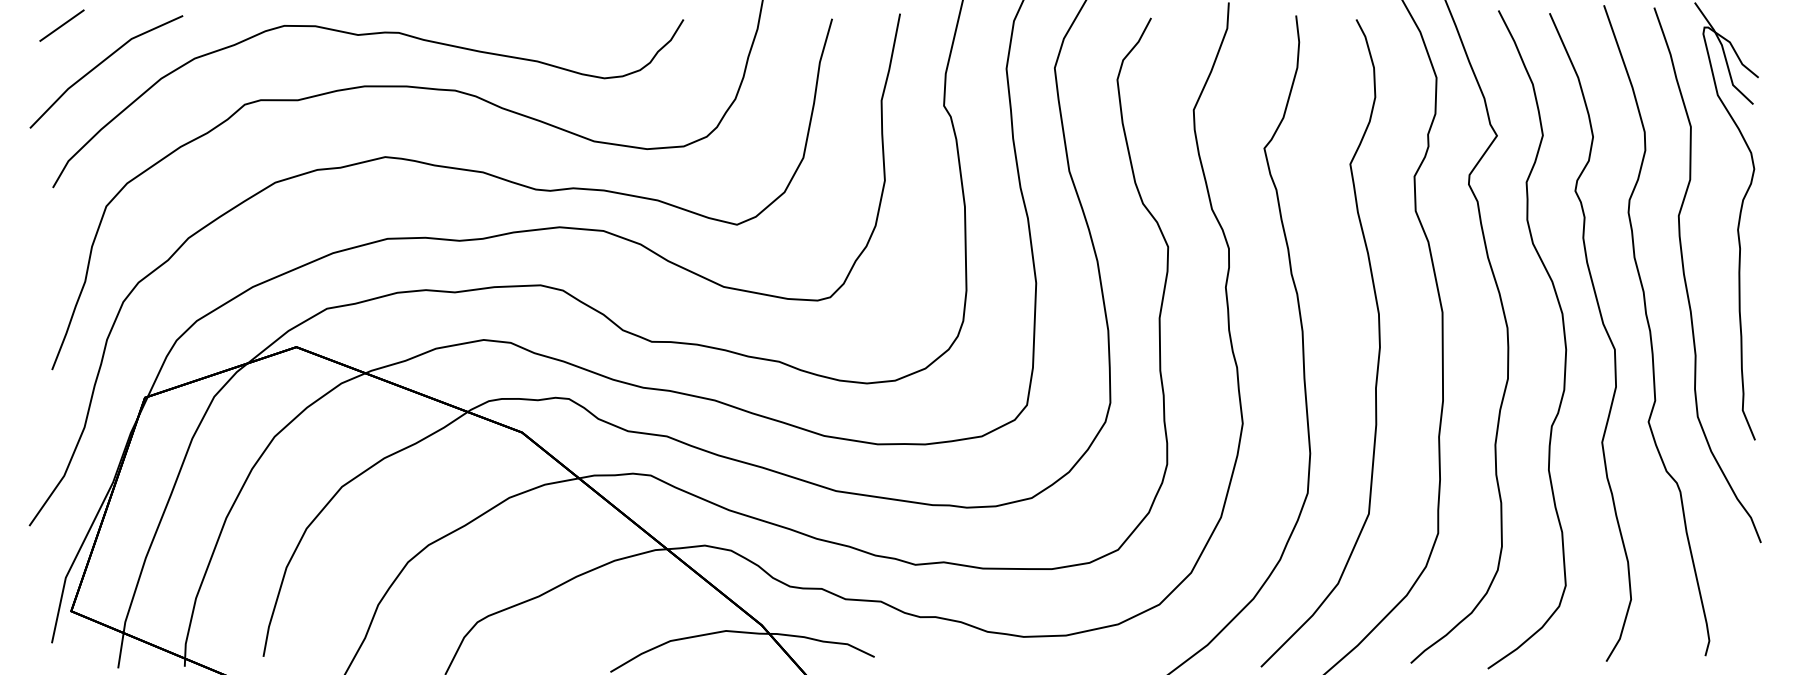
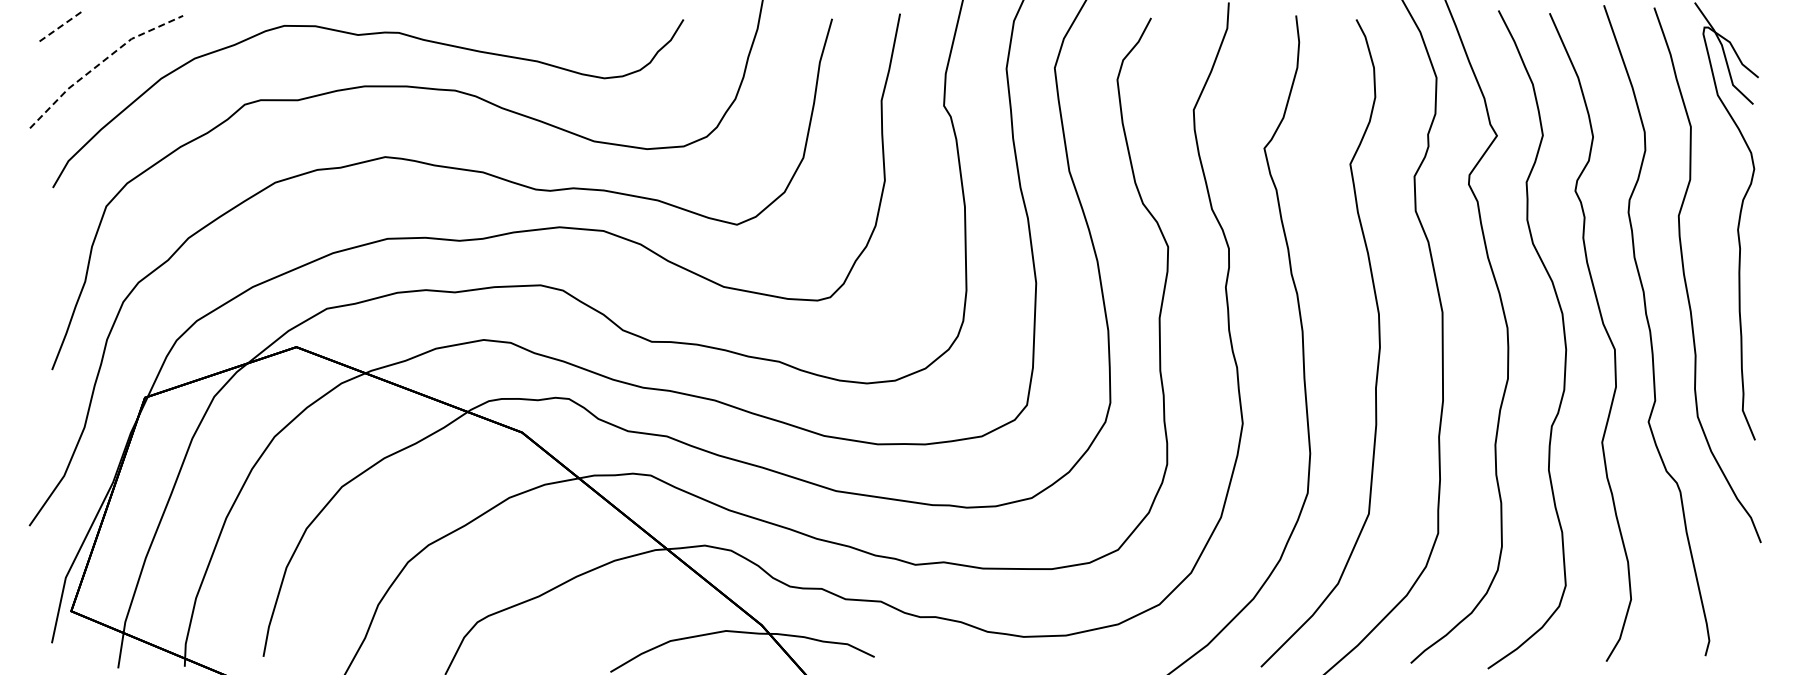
line at (62, 25): solid -> dashed
line at (101, 63): solid -> dashed
